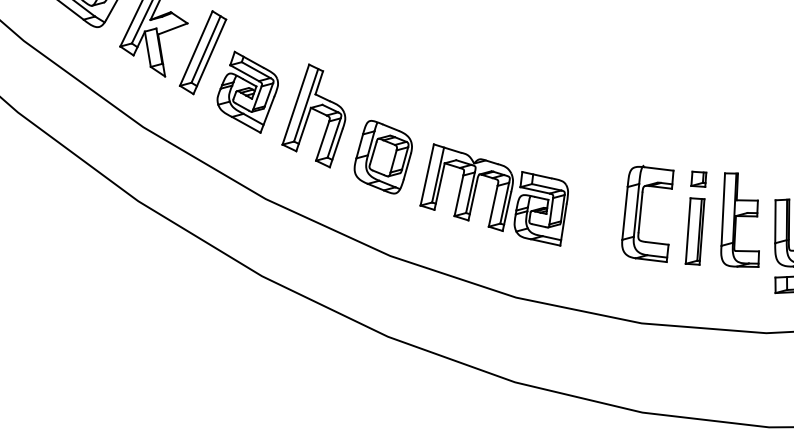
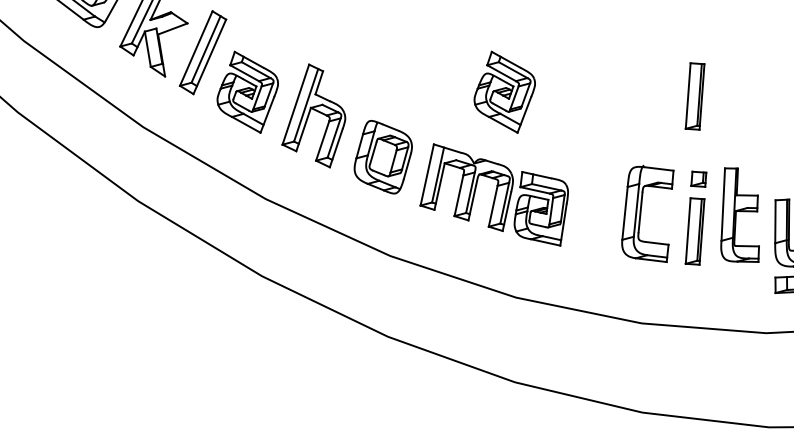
part at (504, 91): none -> present
part at (694, 96): none -> present
part at (739, 219) position: (739, 219) -> (739, 214)
